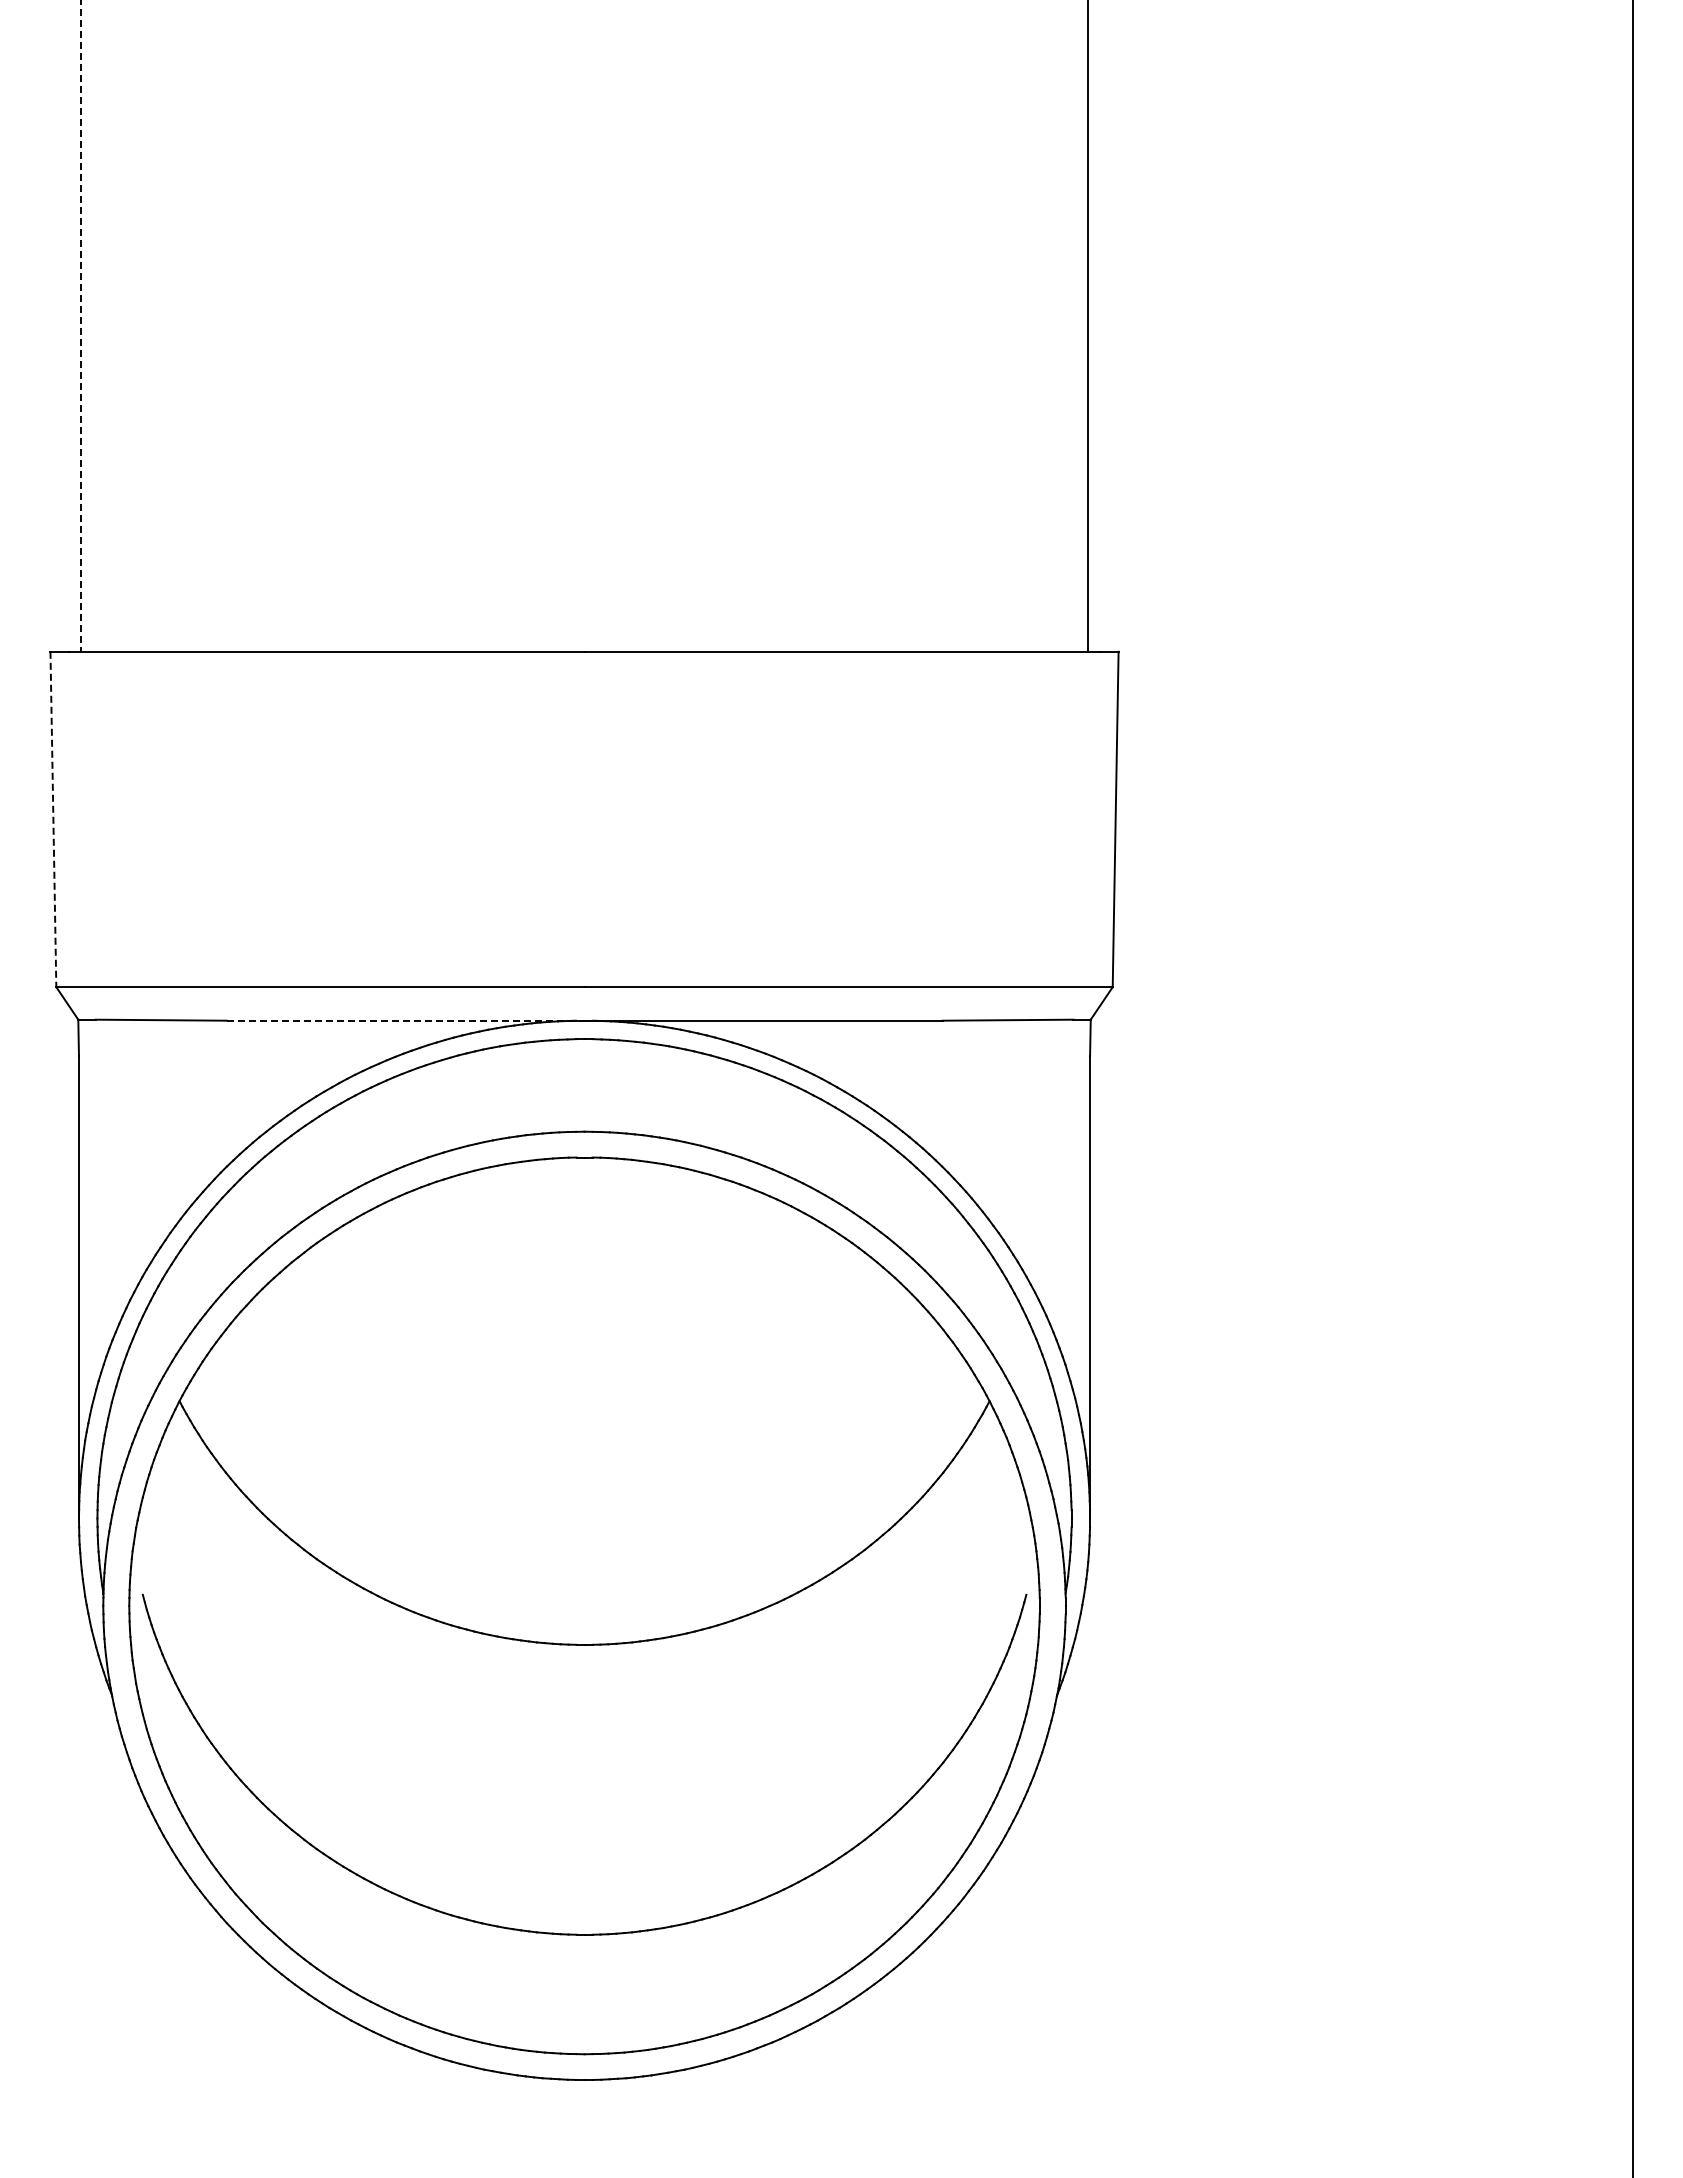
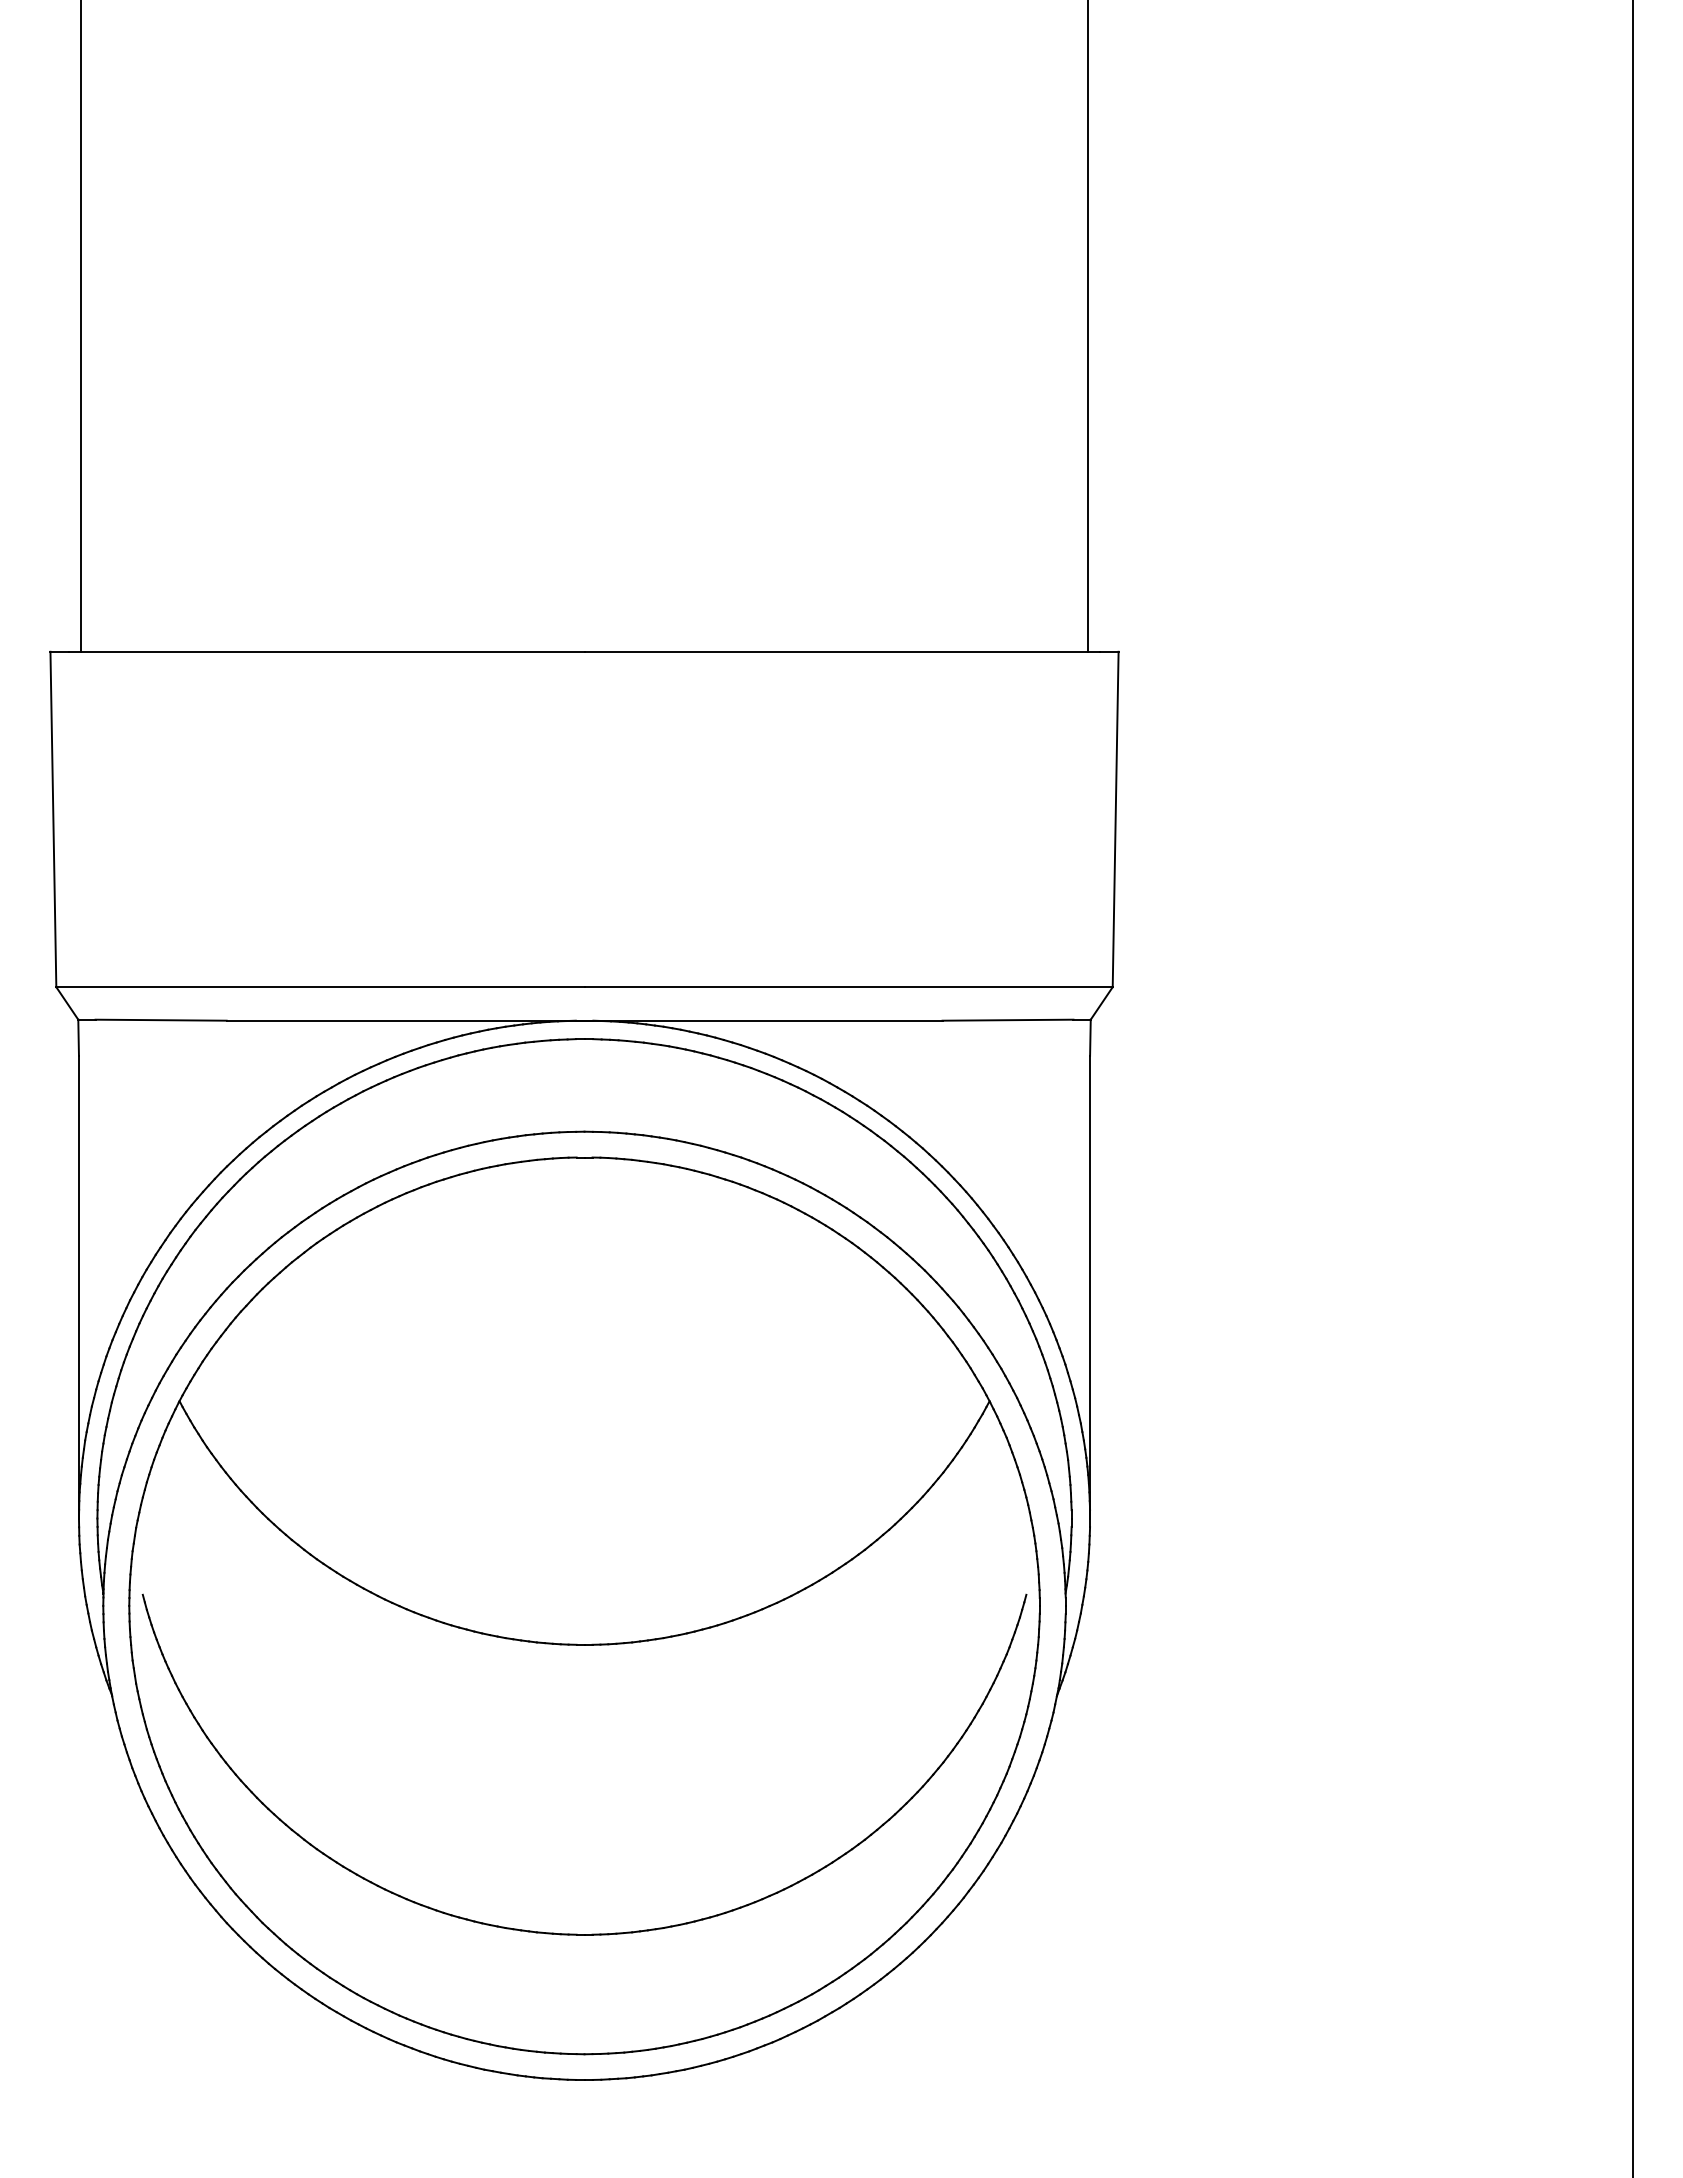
line at (81, 326): dashed -> solid
line at (53, 819): dashed -> solid
line at (405, 1020): dashed -> solid
